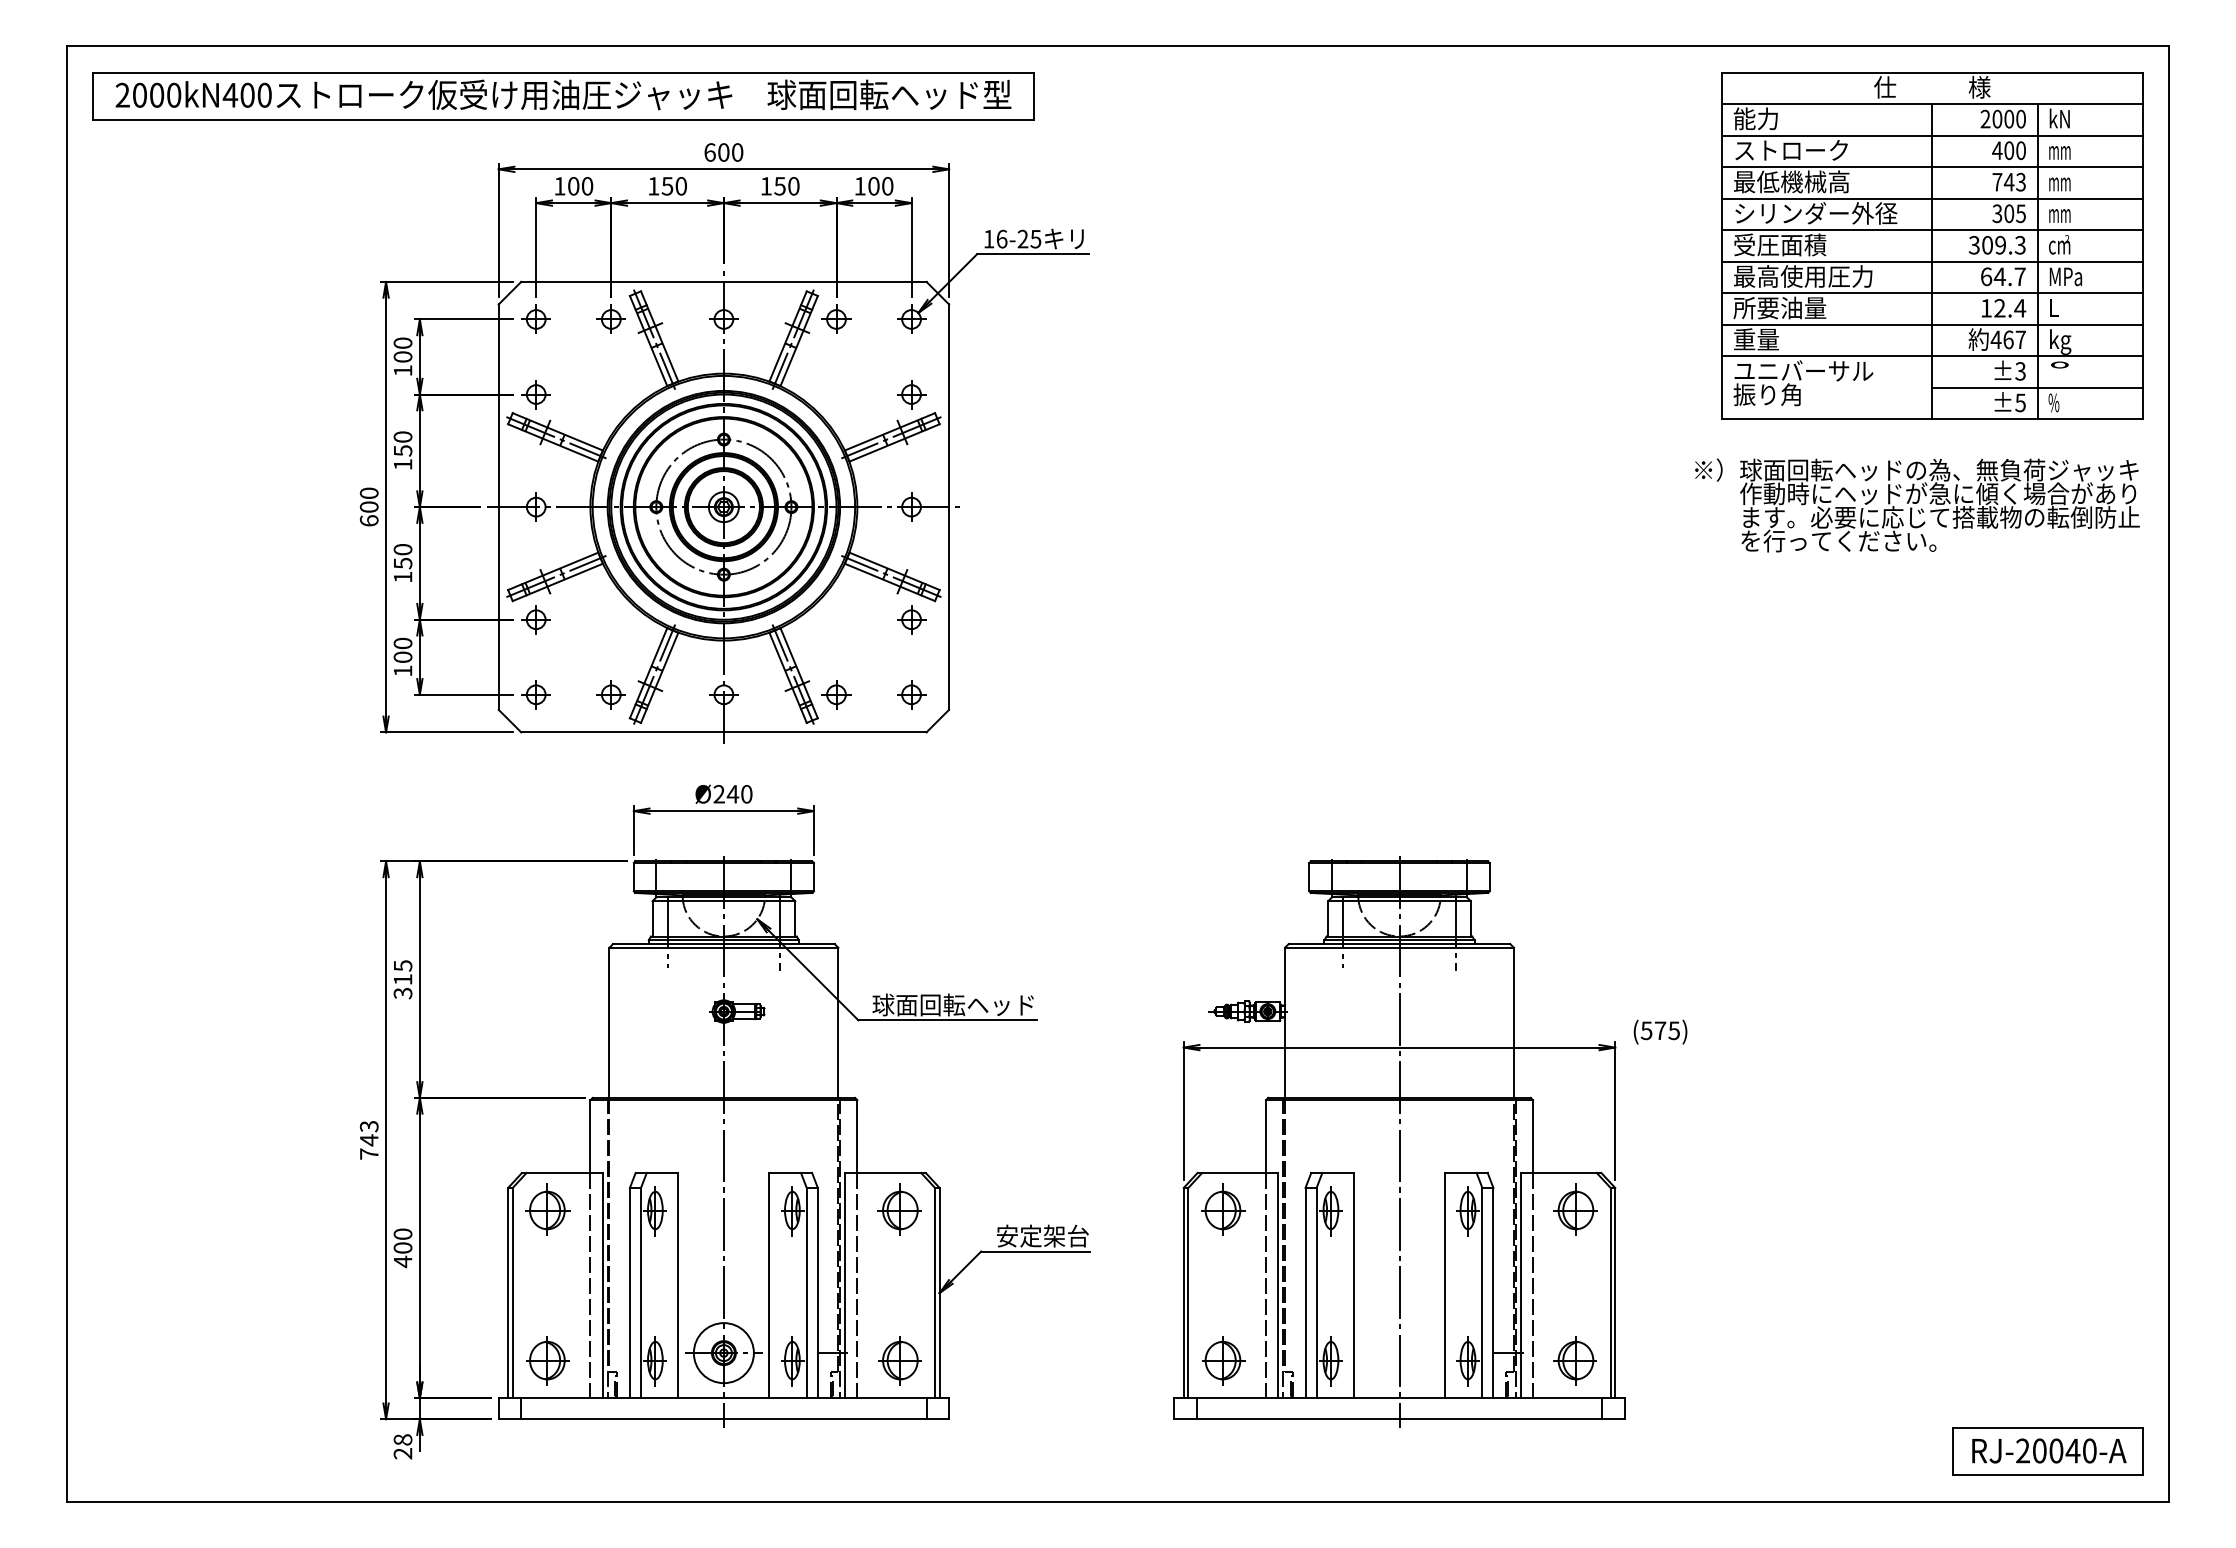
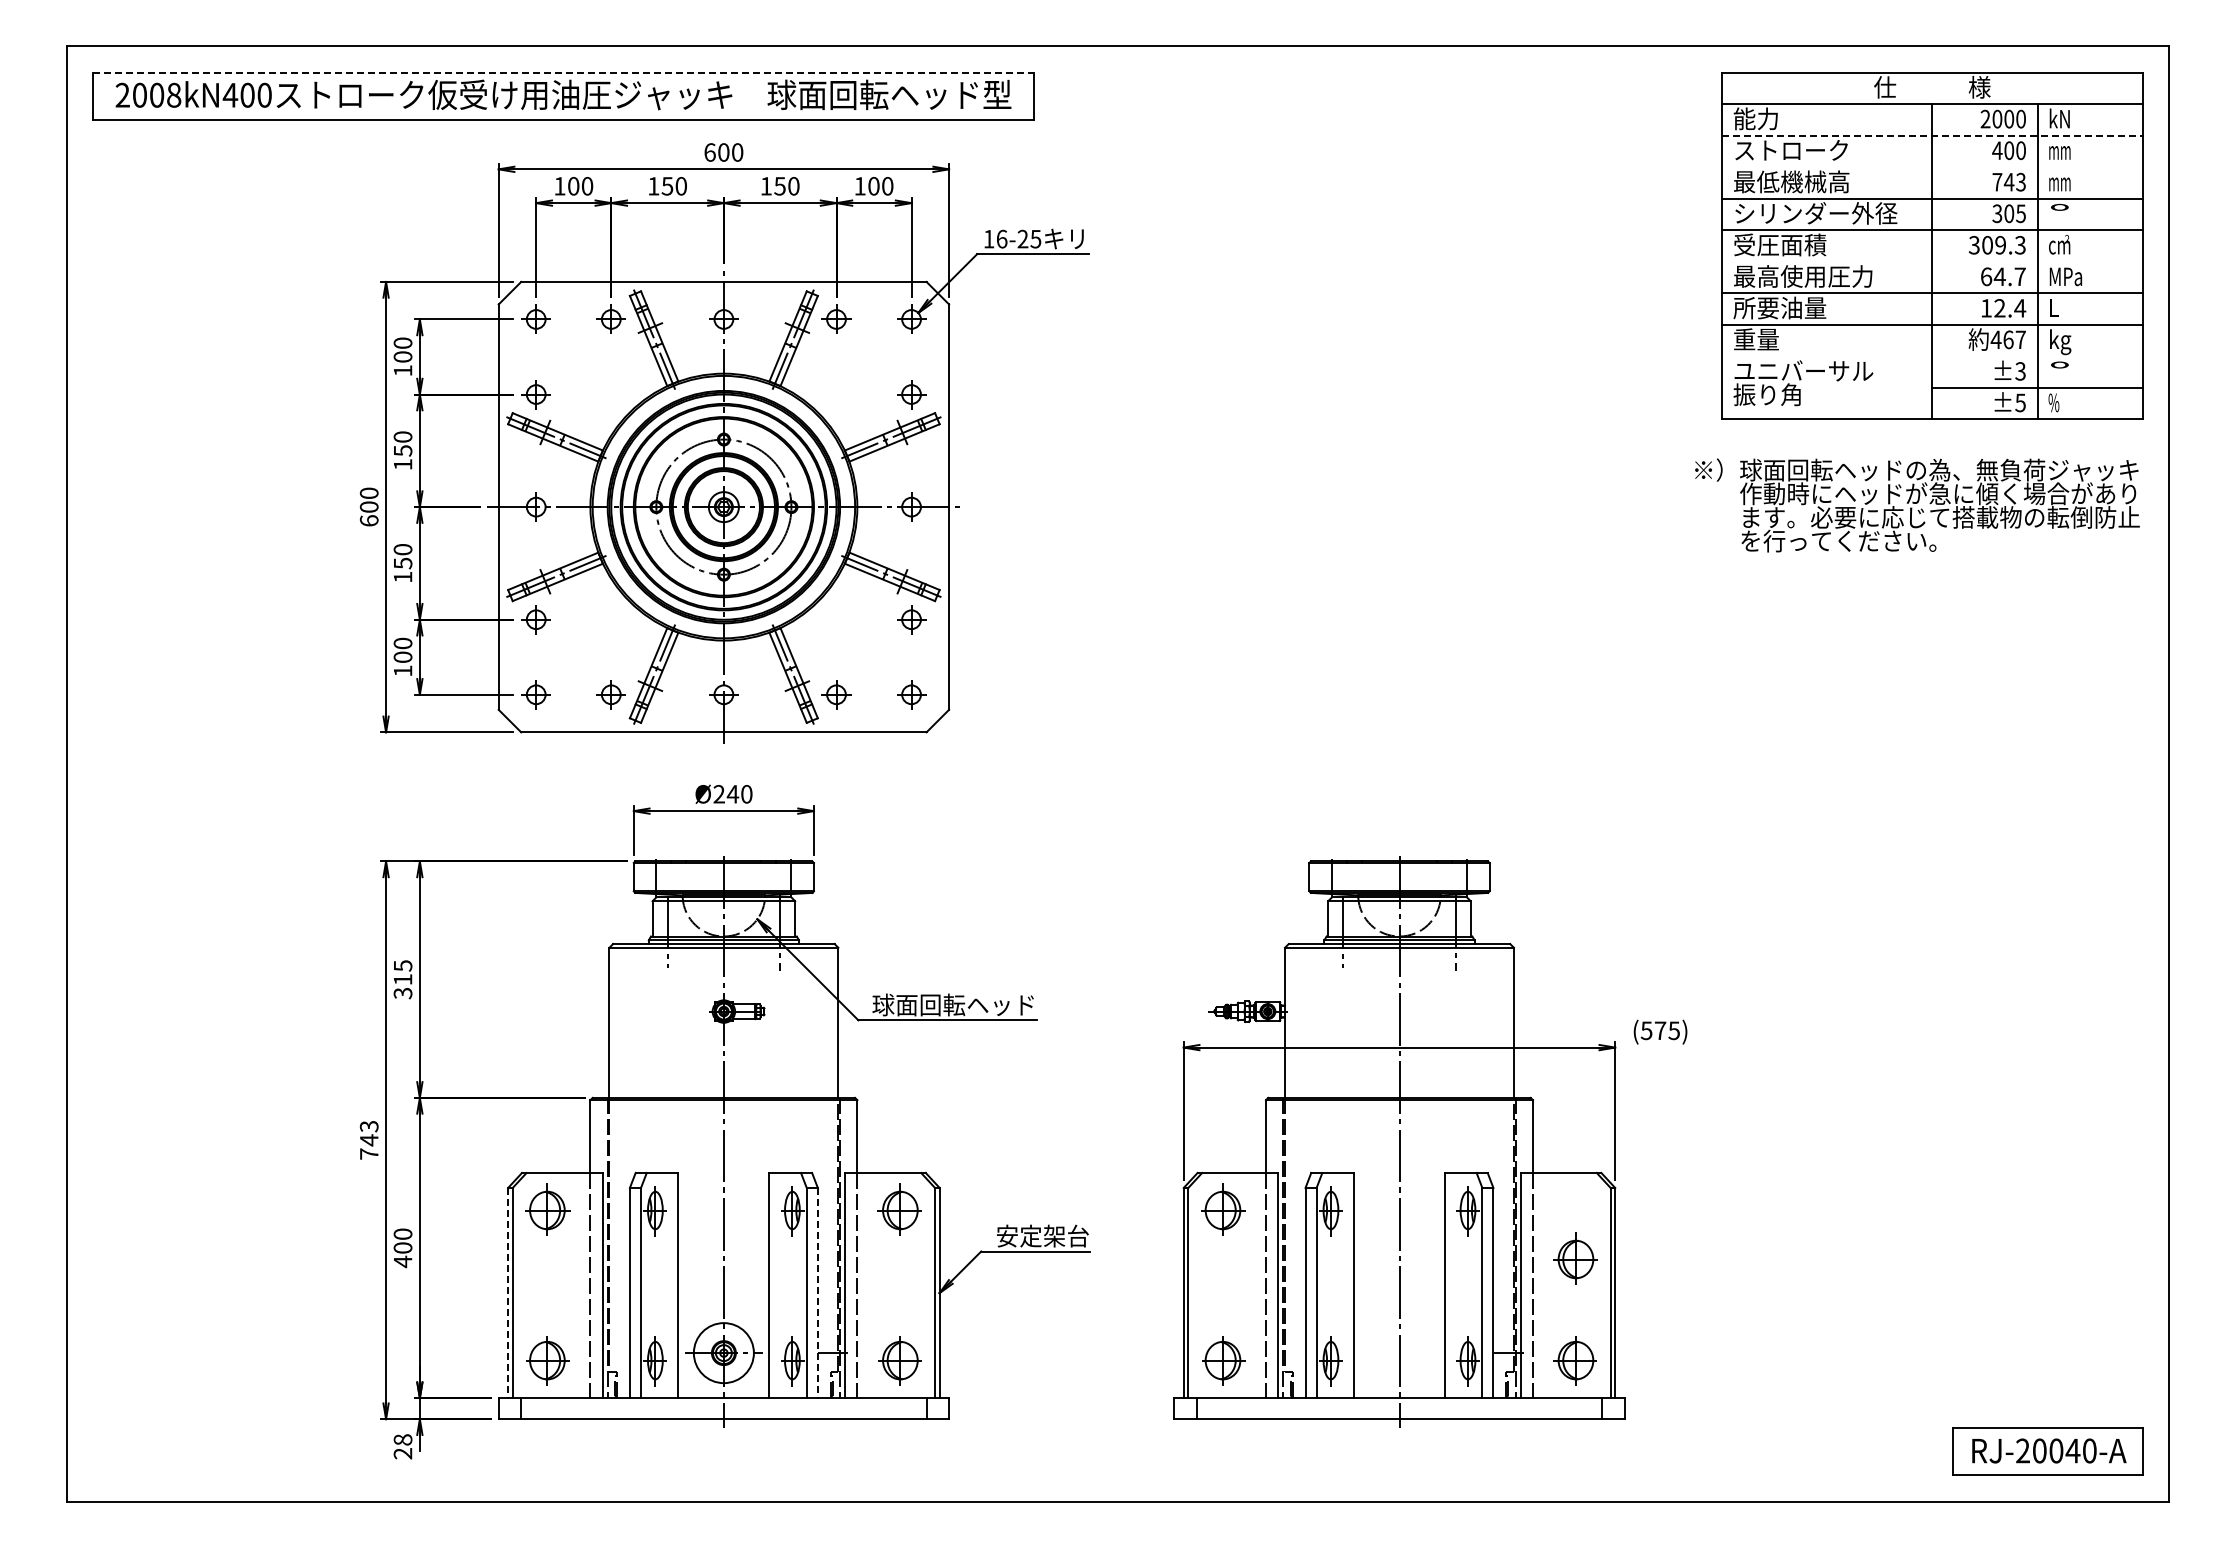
line at (564, 72): solid -> dashed
text at (174, 95): 2000kN400 -> 2008kN400
line at (1932, 135): solid -> dashed
line at (1932, 167): present -> none
text at (2059, 212): mm -> °
line at (1932, 261): present -> none
line at (1932, 356): present -> none
part at (1575, 1209) position: (1575, 1209) -> (1575, 1258)
line at (508, 1293): solid -> dashed
line at (817, 1293): solid -> dashed
